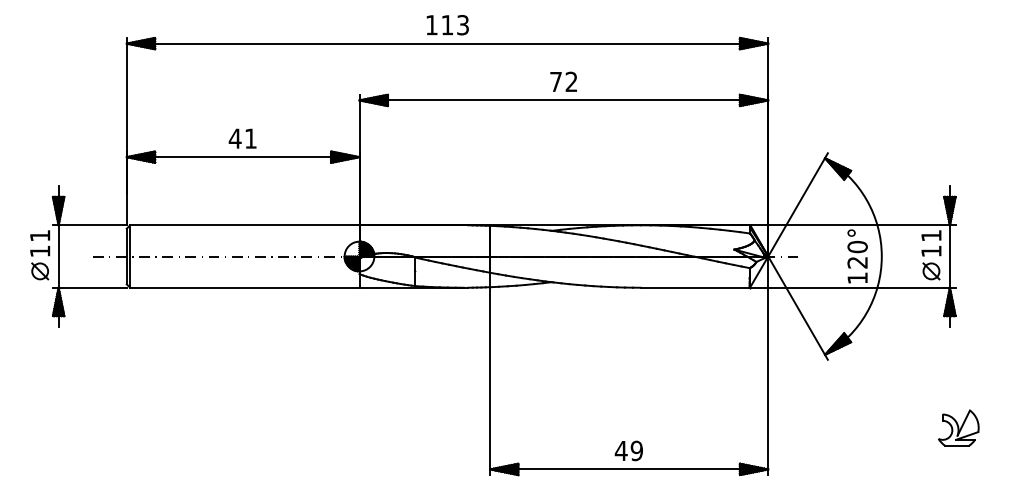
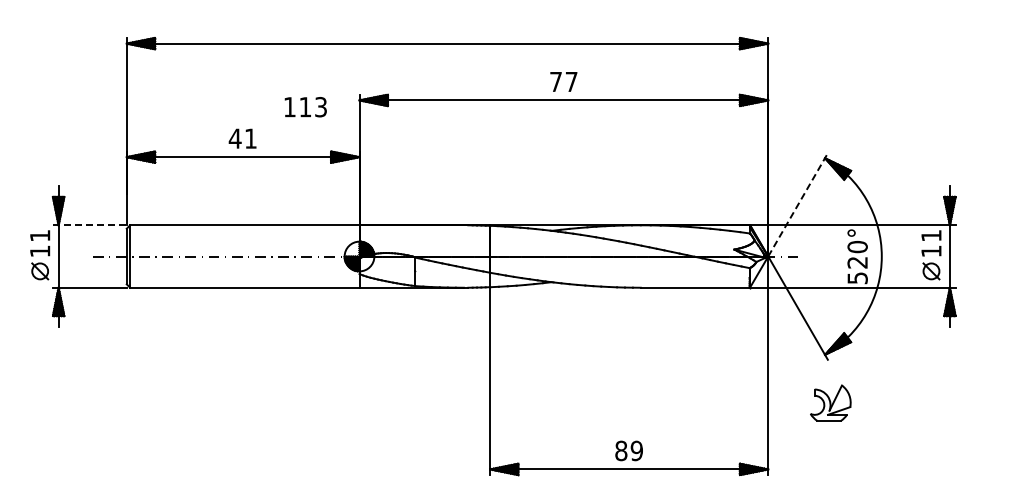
text at (447, 25) position: (447, 25) -> (305, 107)
text at (571, 81): 72 -> 77
line at (798, 204): solid -> dashed
line at (89, 225): solid -> dashed
text at (857, 278): 120° -> 520°
part at (958, 427) position: (958, 427) -> (830, 402)
text at (620, 450): 49 -> 89
